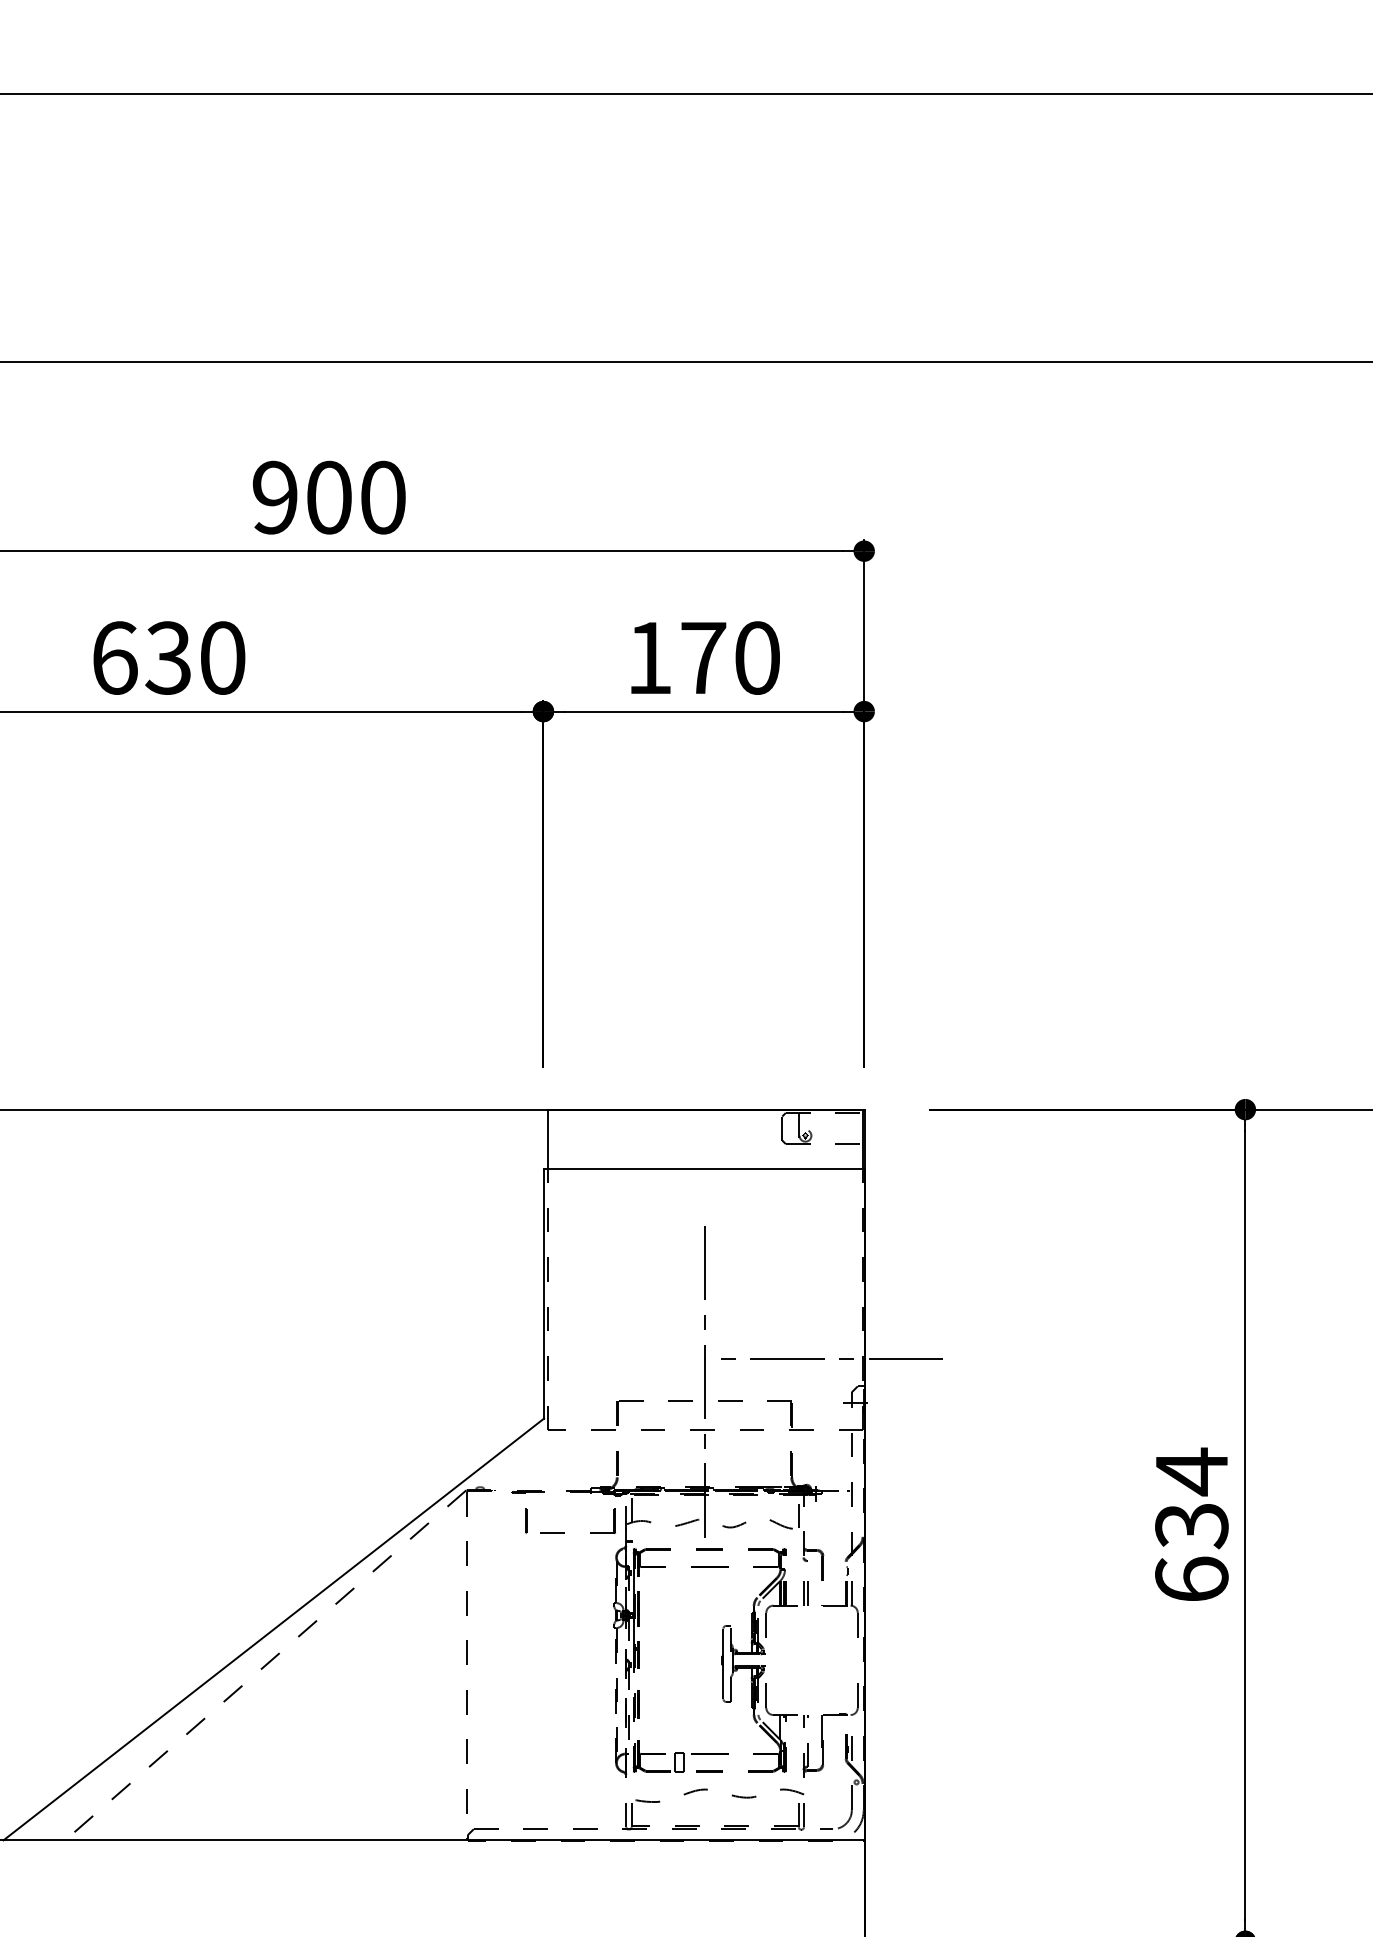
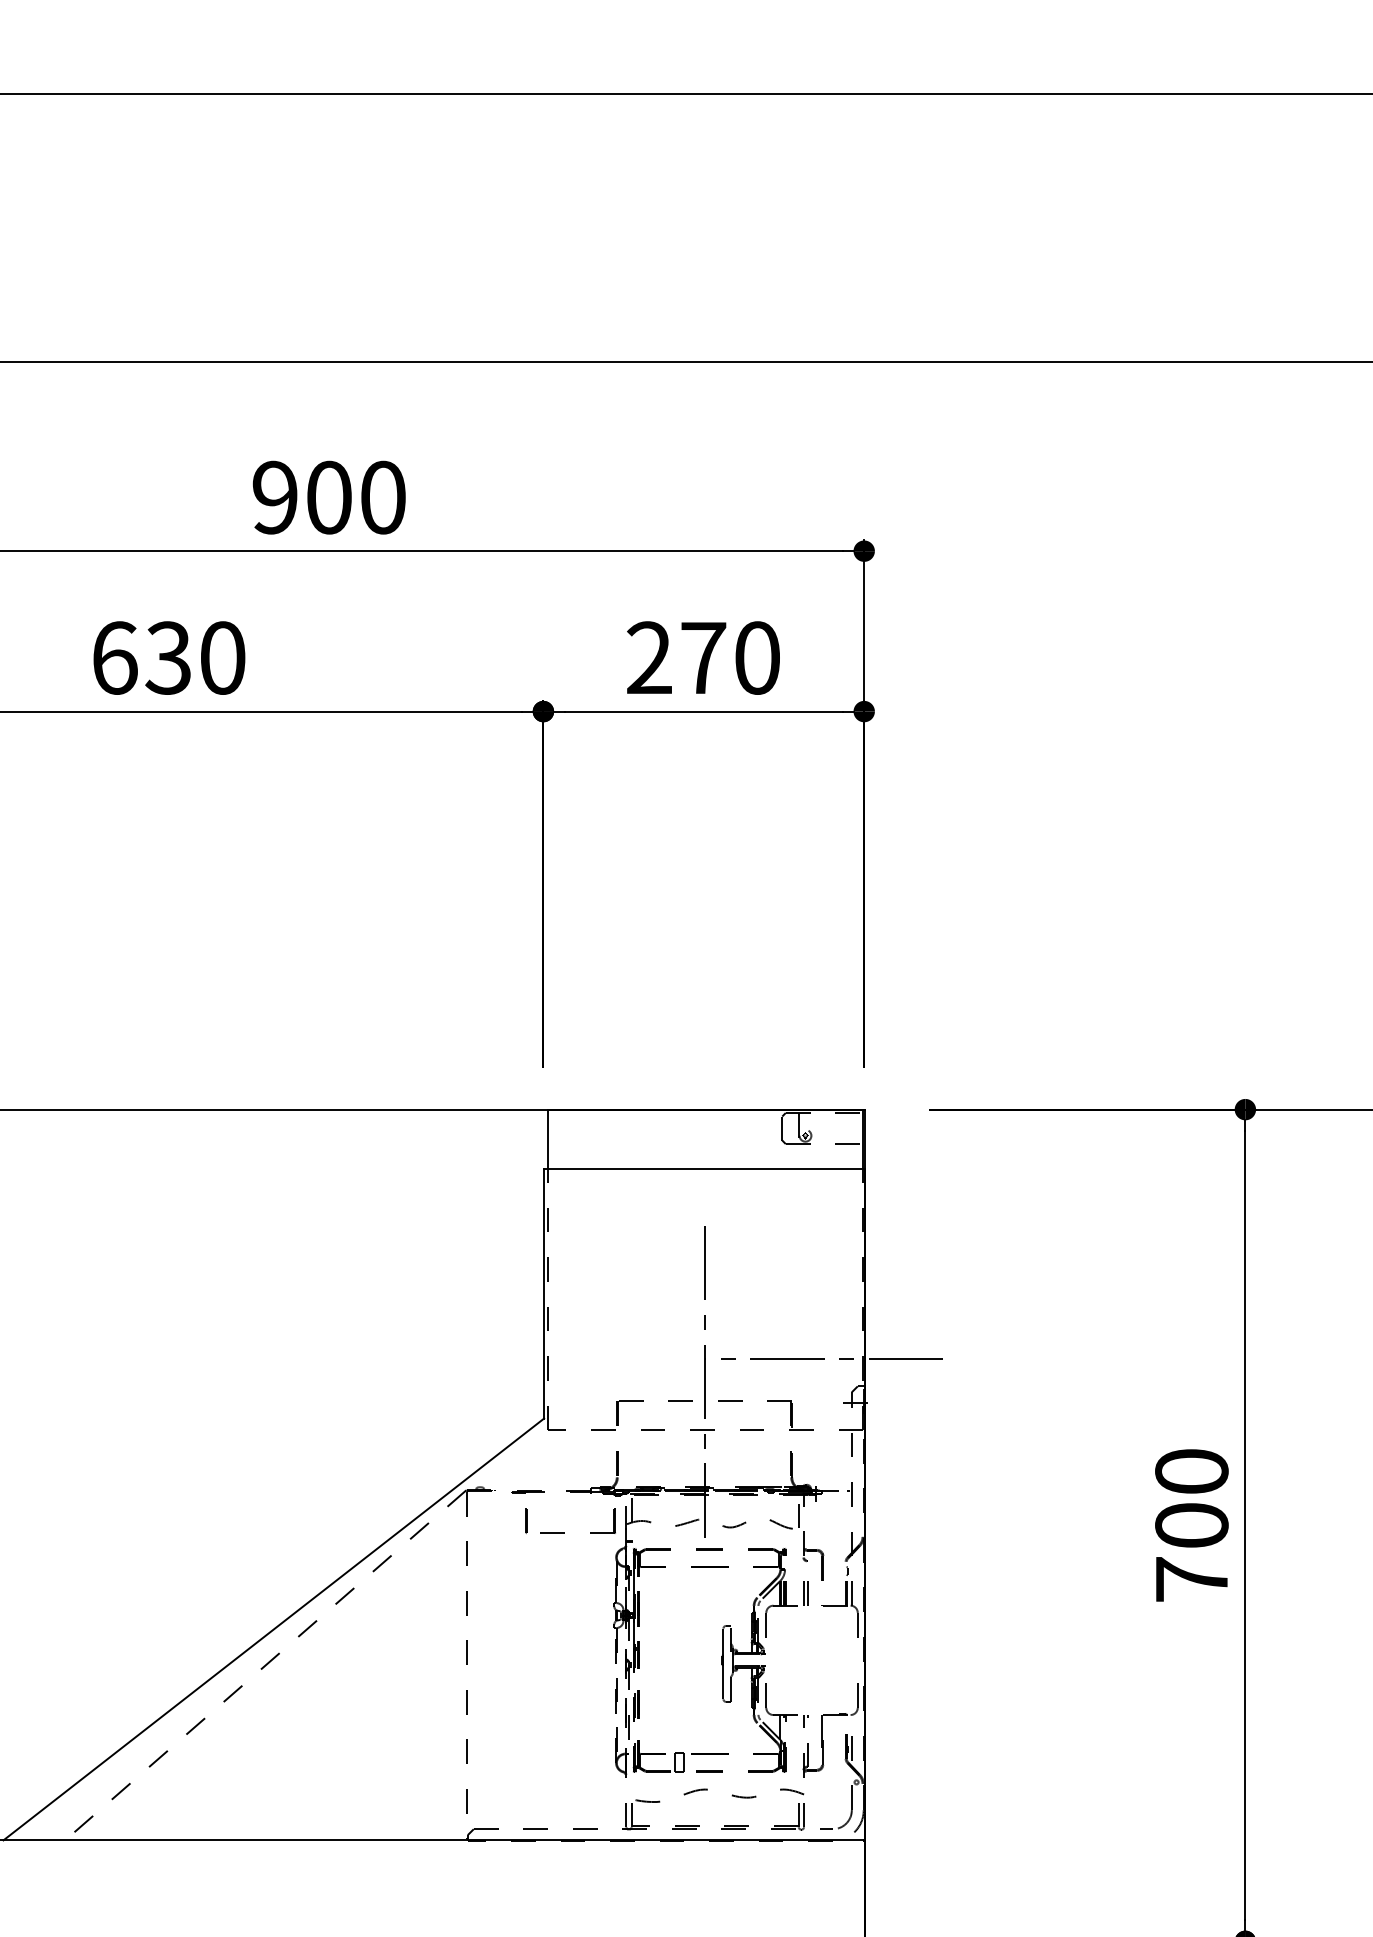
text at (649, 657): 170 -> 270
text at (1191, 1524): 634 -> 700
